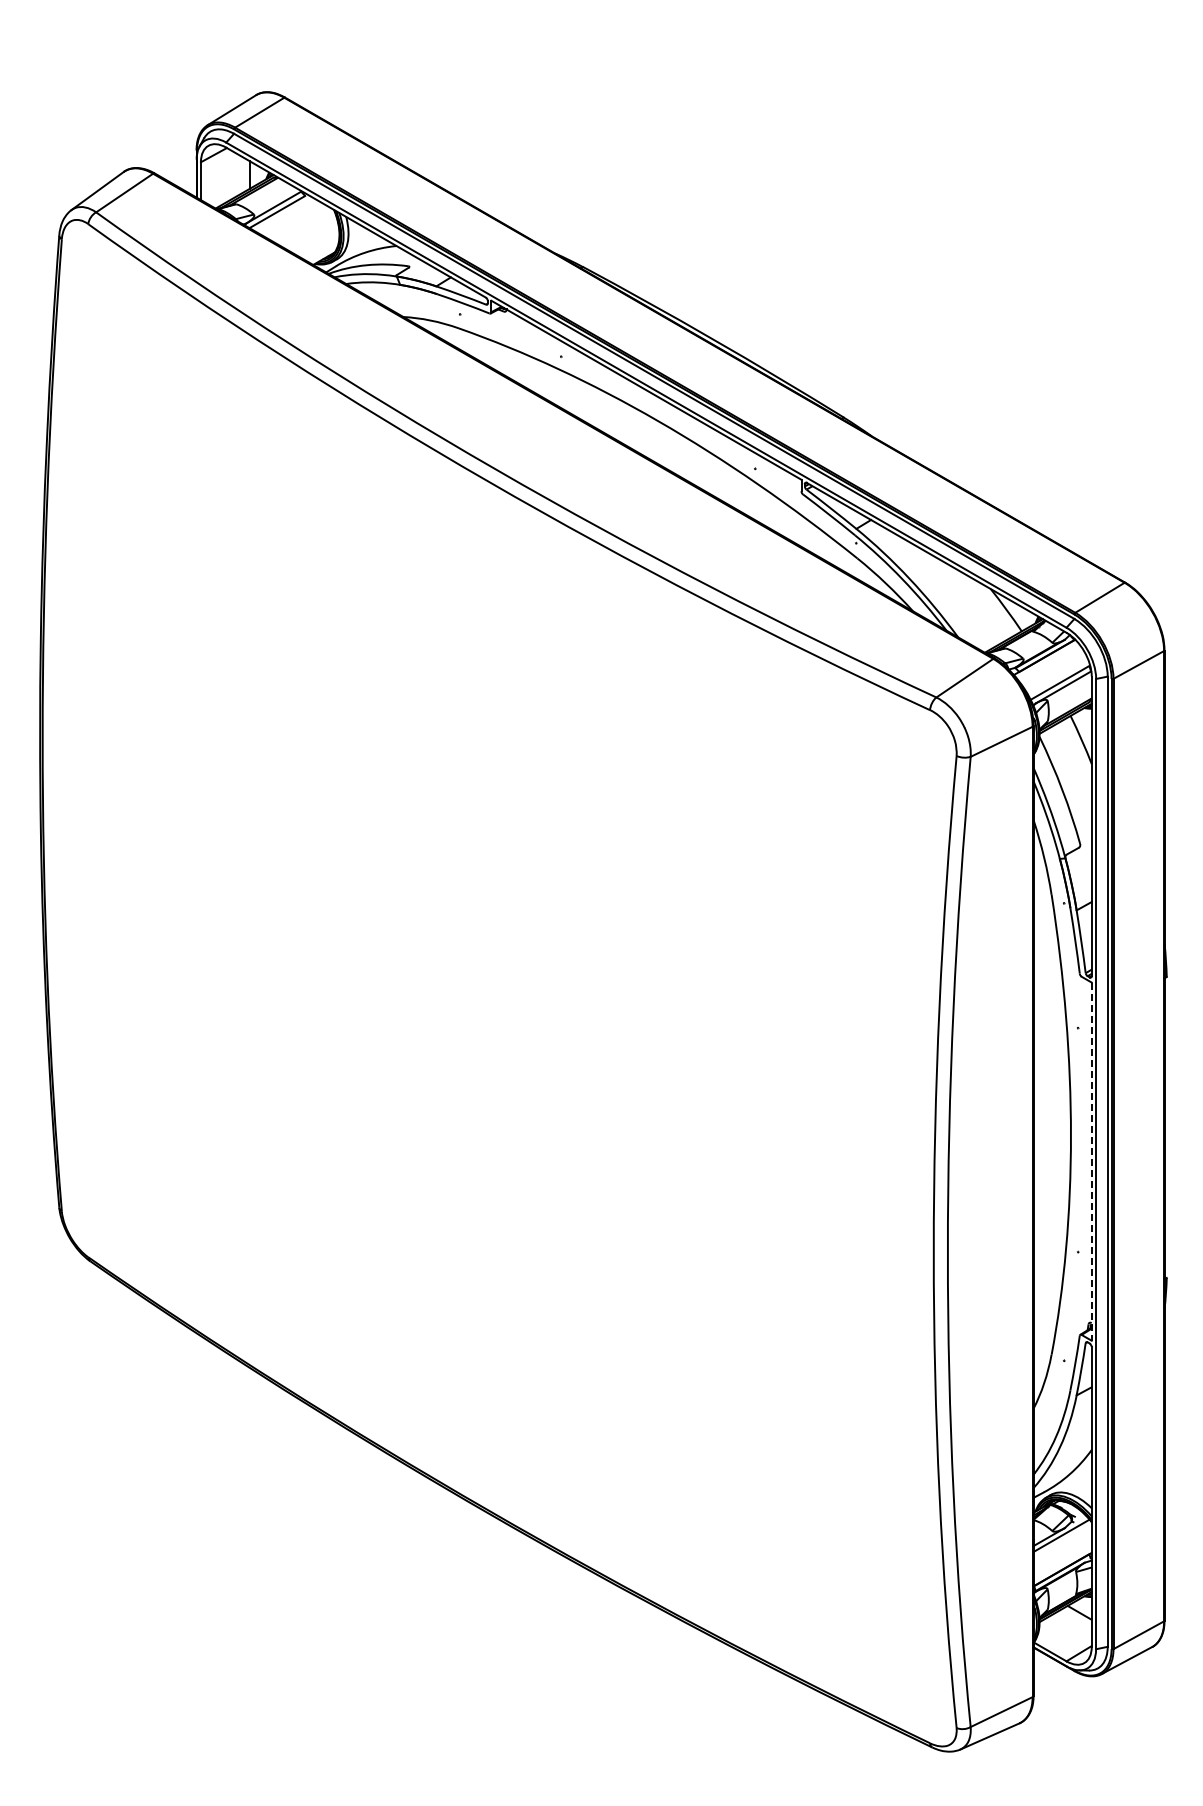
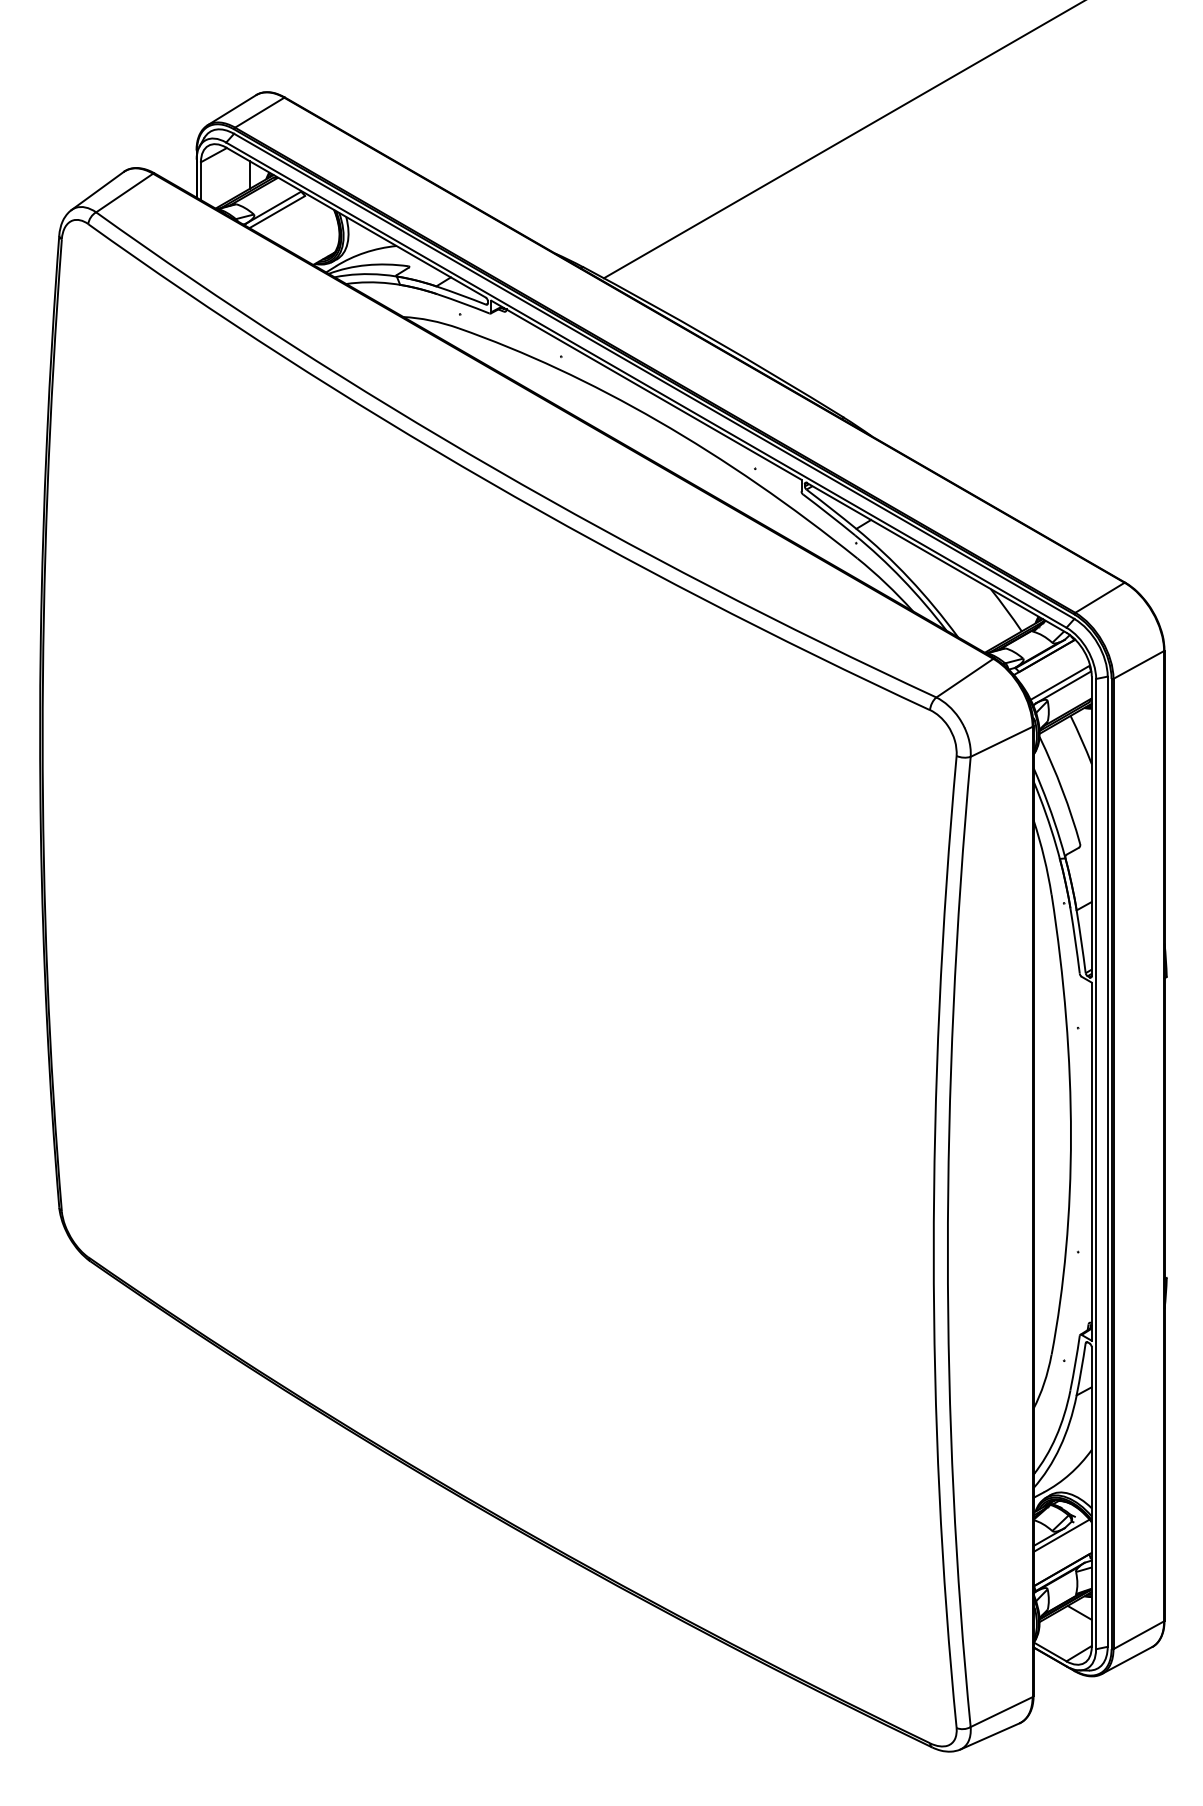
line at (842, 140): none -> present
line at (1091, 1162): dashed -> solid
